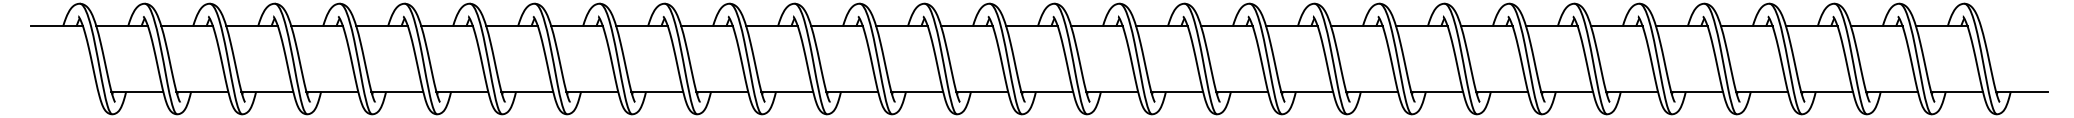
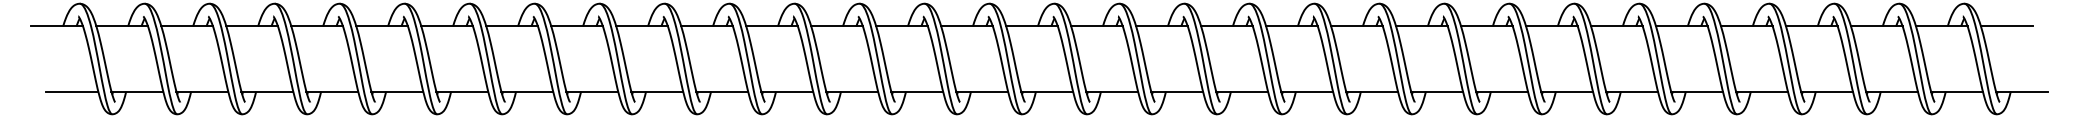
line at (2006, 26): none -> present
line at (72, 91): none -> present
